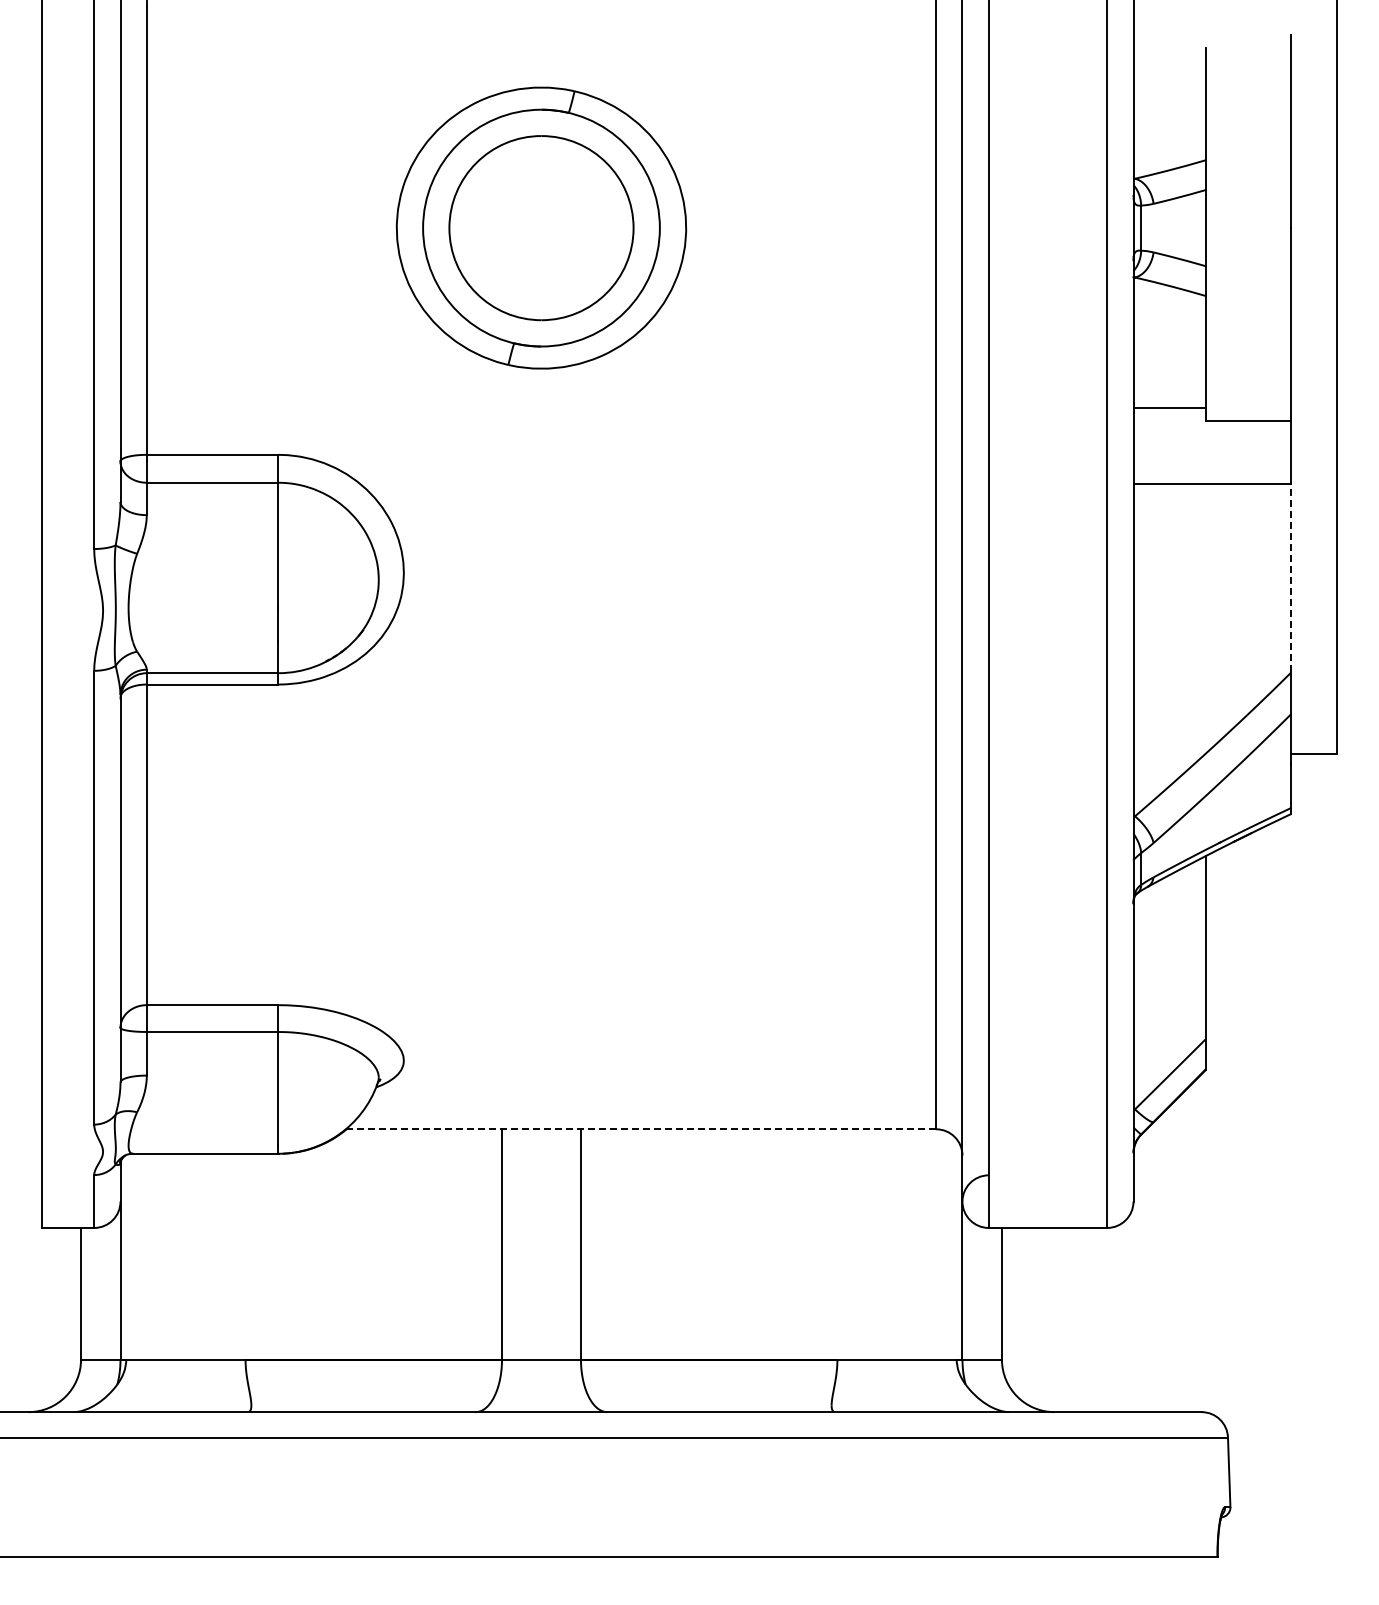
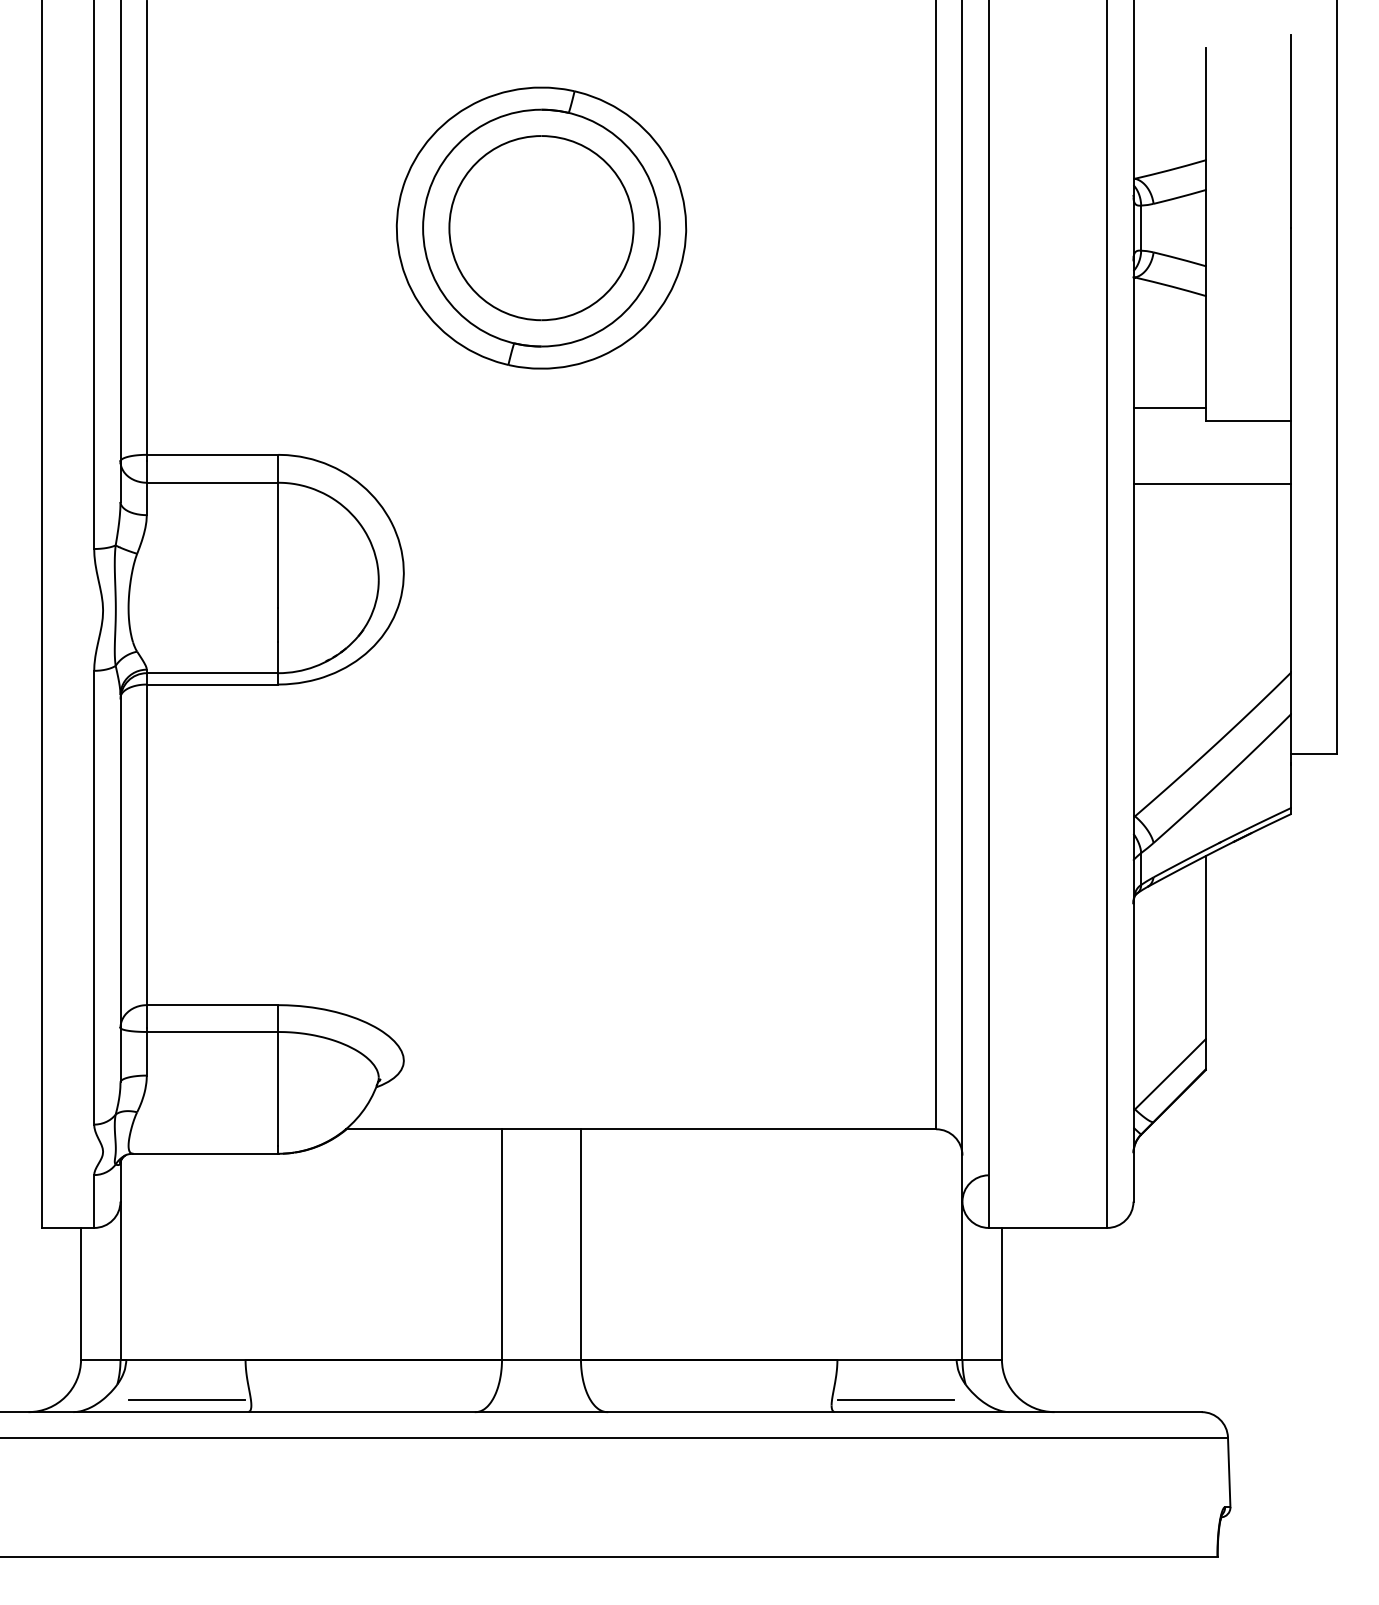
line at (1291, 577): dashed -> solid
line at (641, 1129): dashed -> solid
line at (186, 1399): none -> present
line at (896, 1399): none -> present
